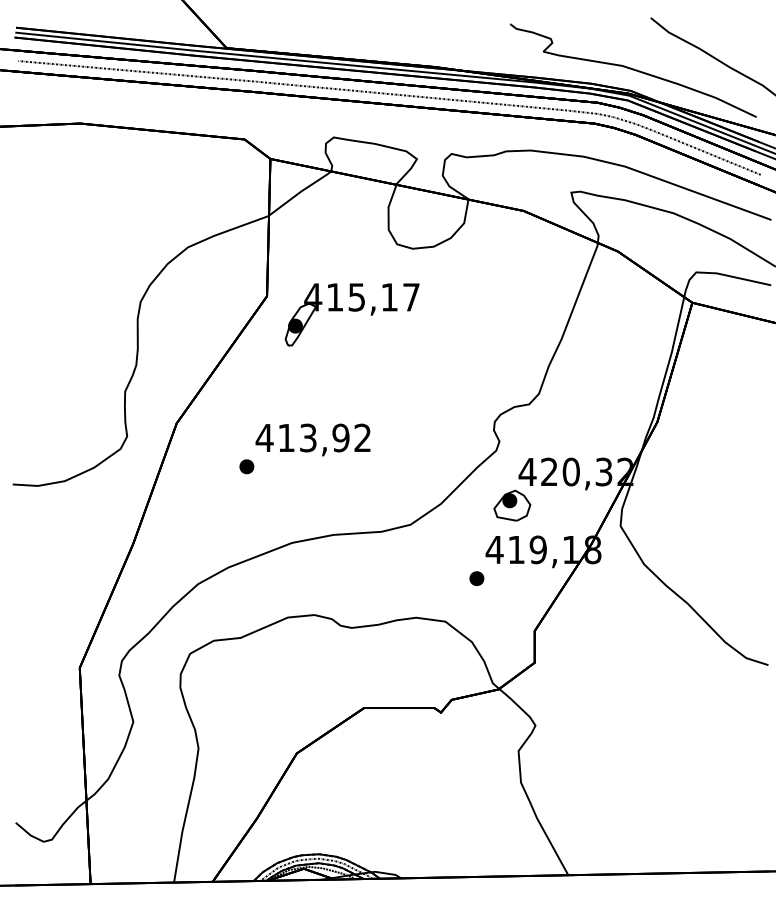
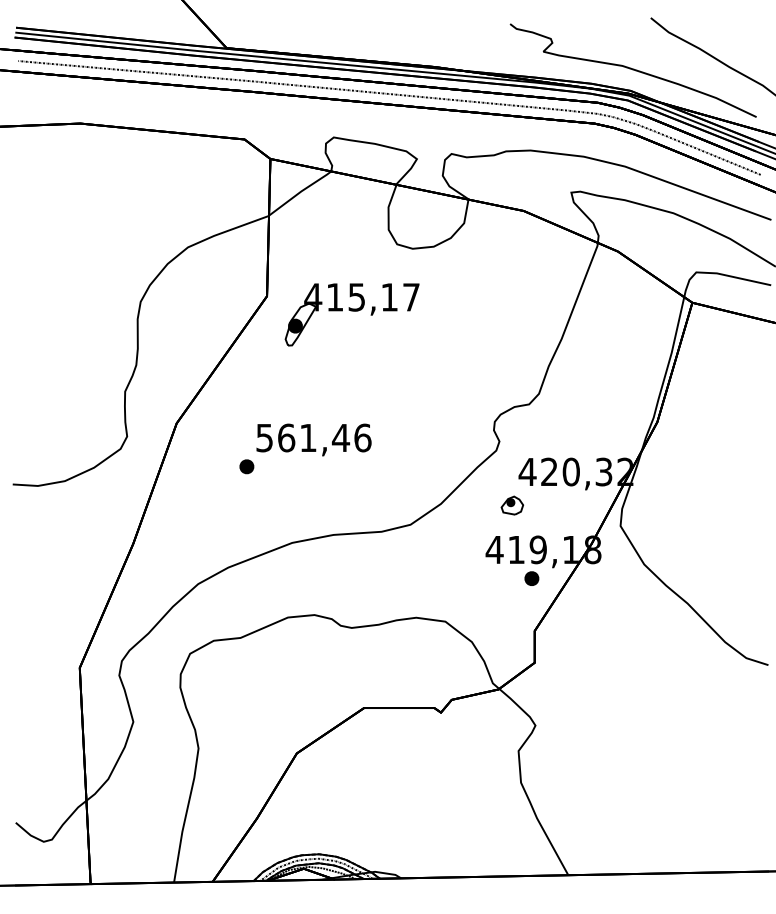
text at (313, 437): 413,92 -> 561,46
part at (512, 505) size: 39x33 px -> 25x21 px
part at (476, 578) position: (476, 578) -> (531, 578)
